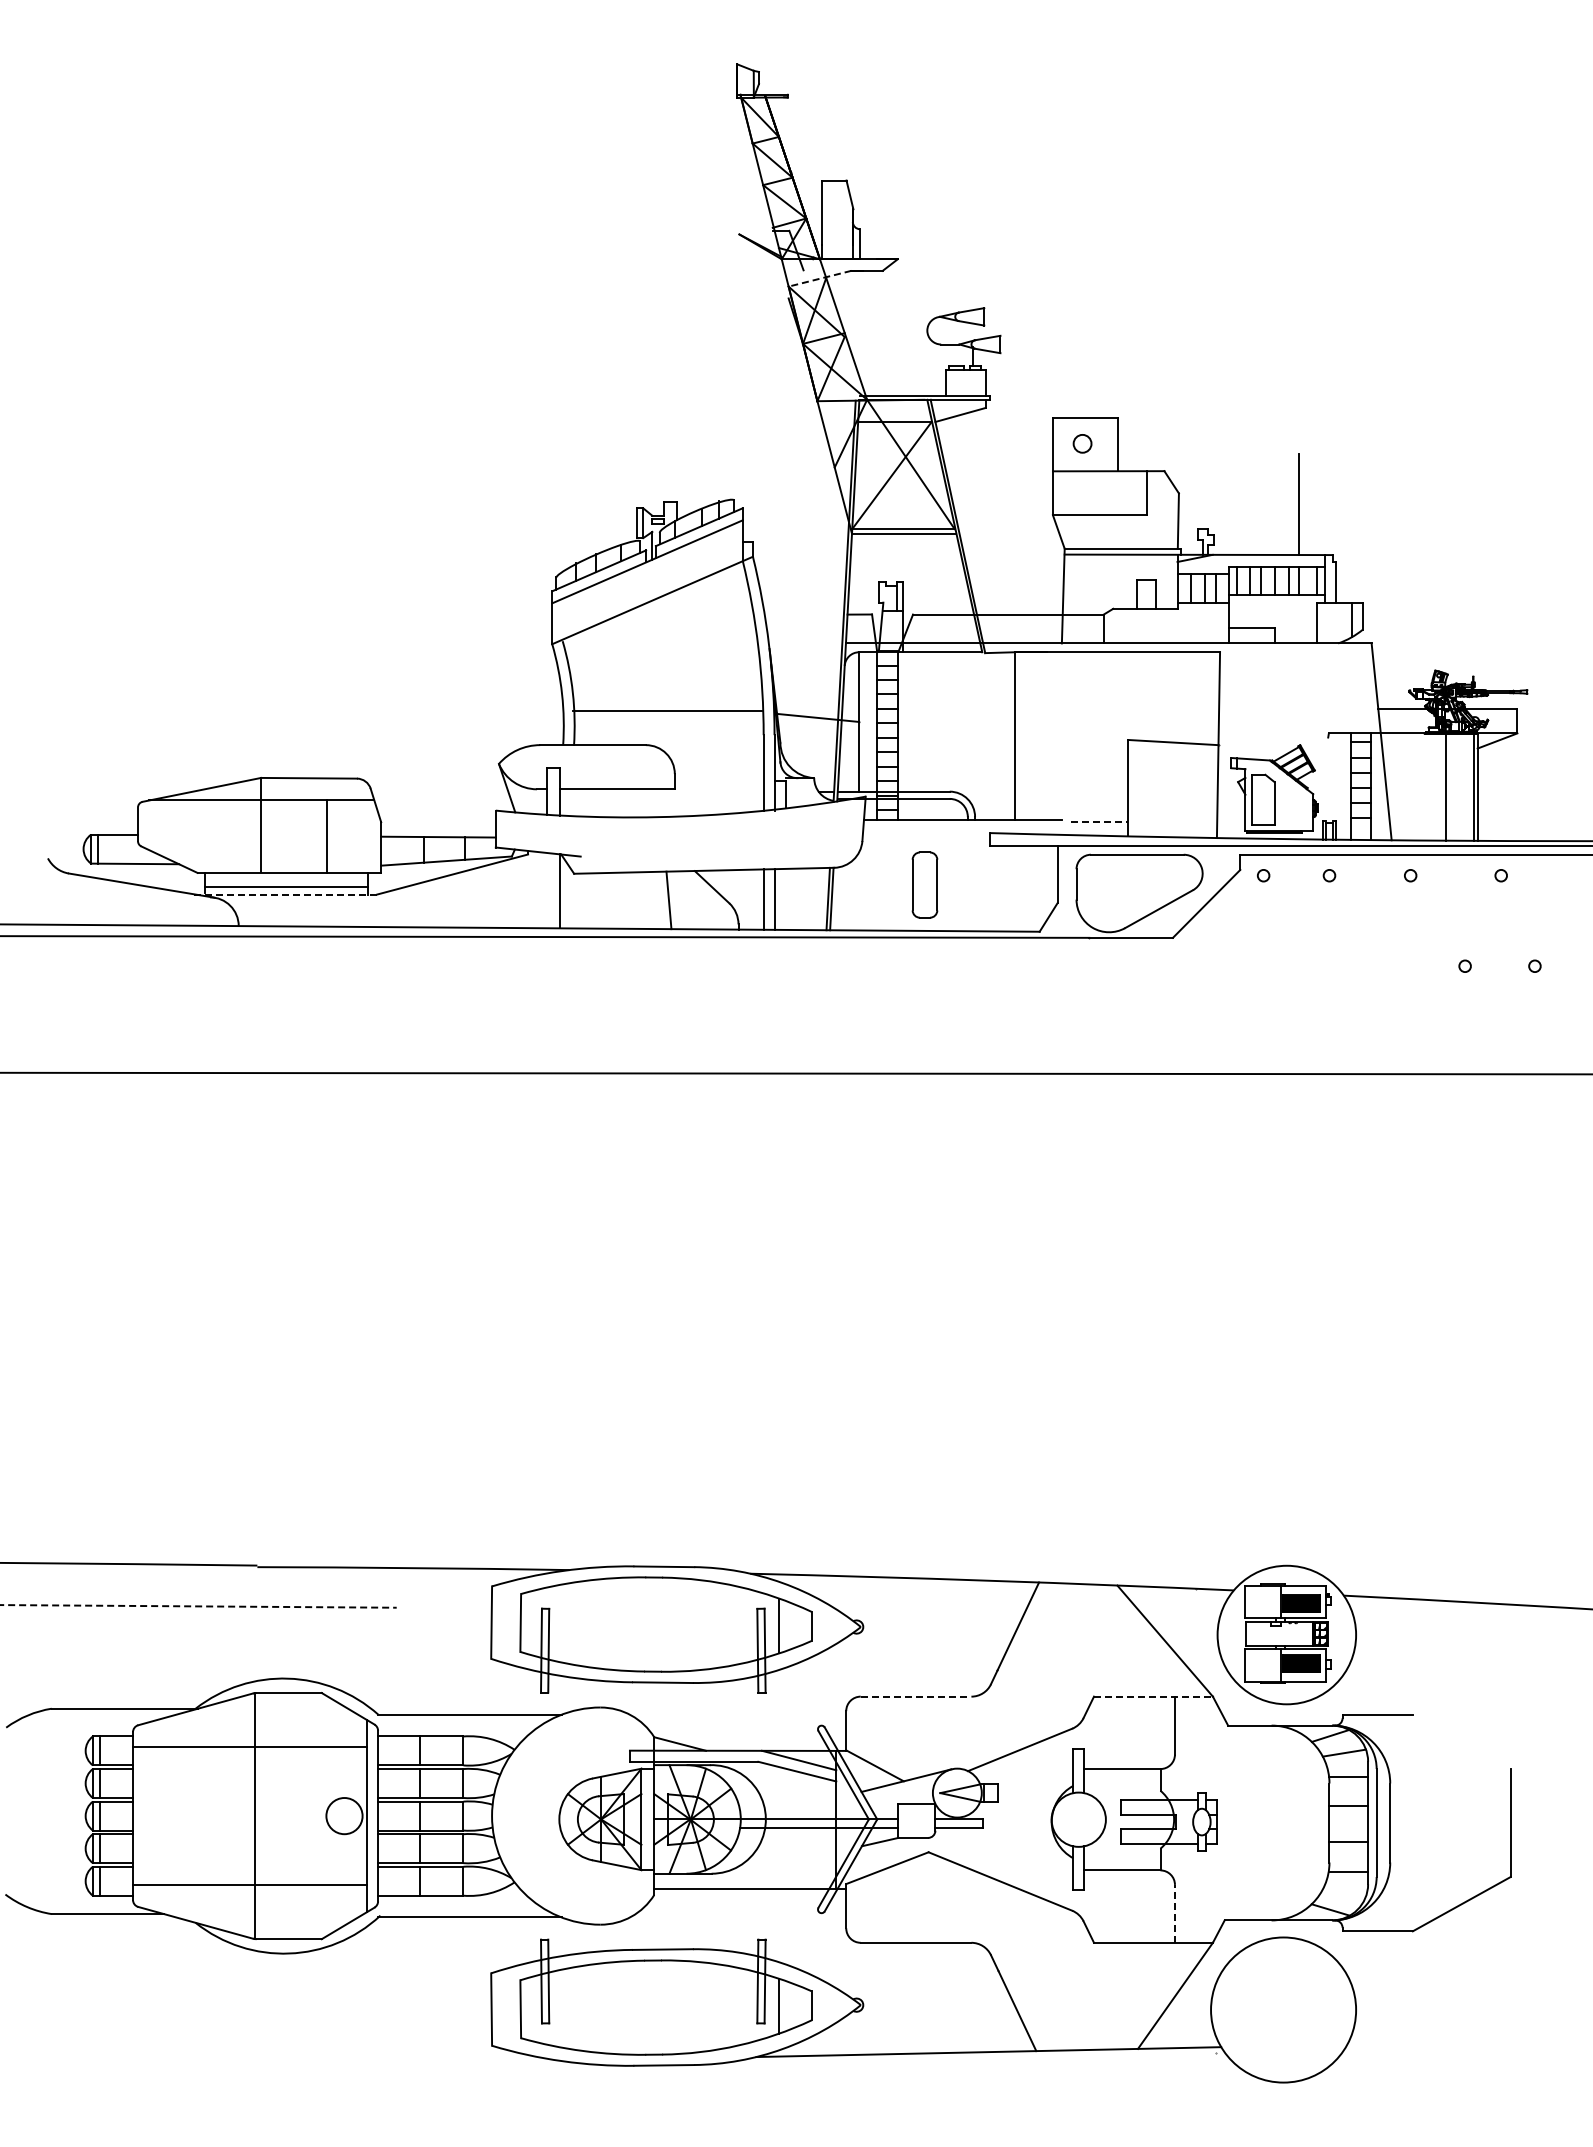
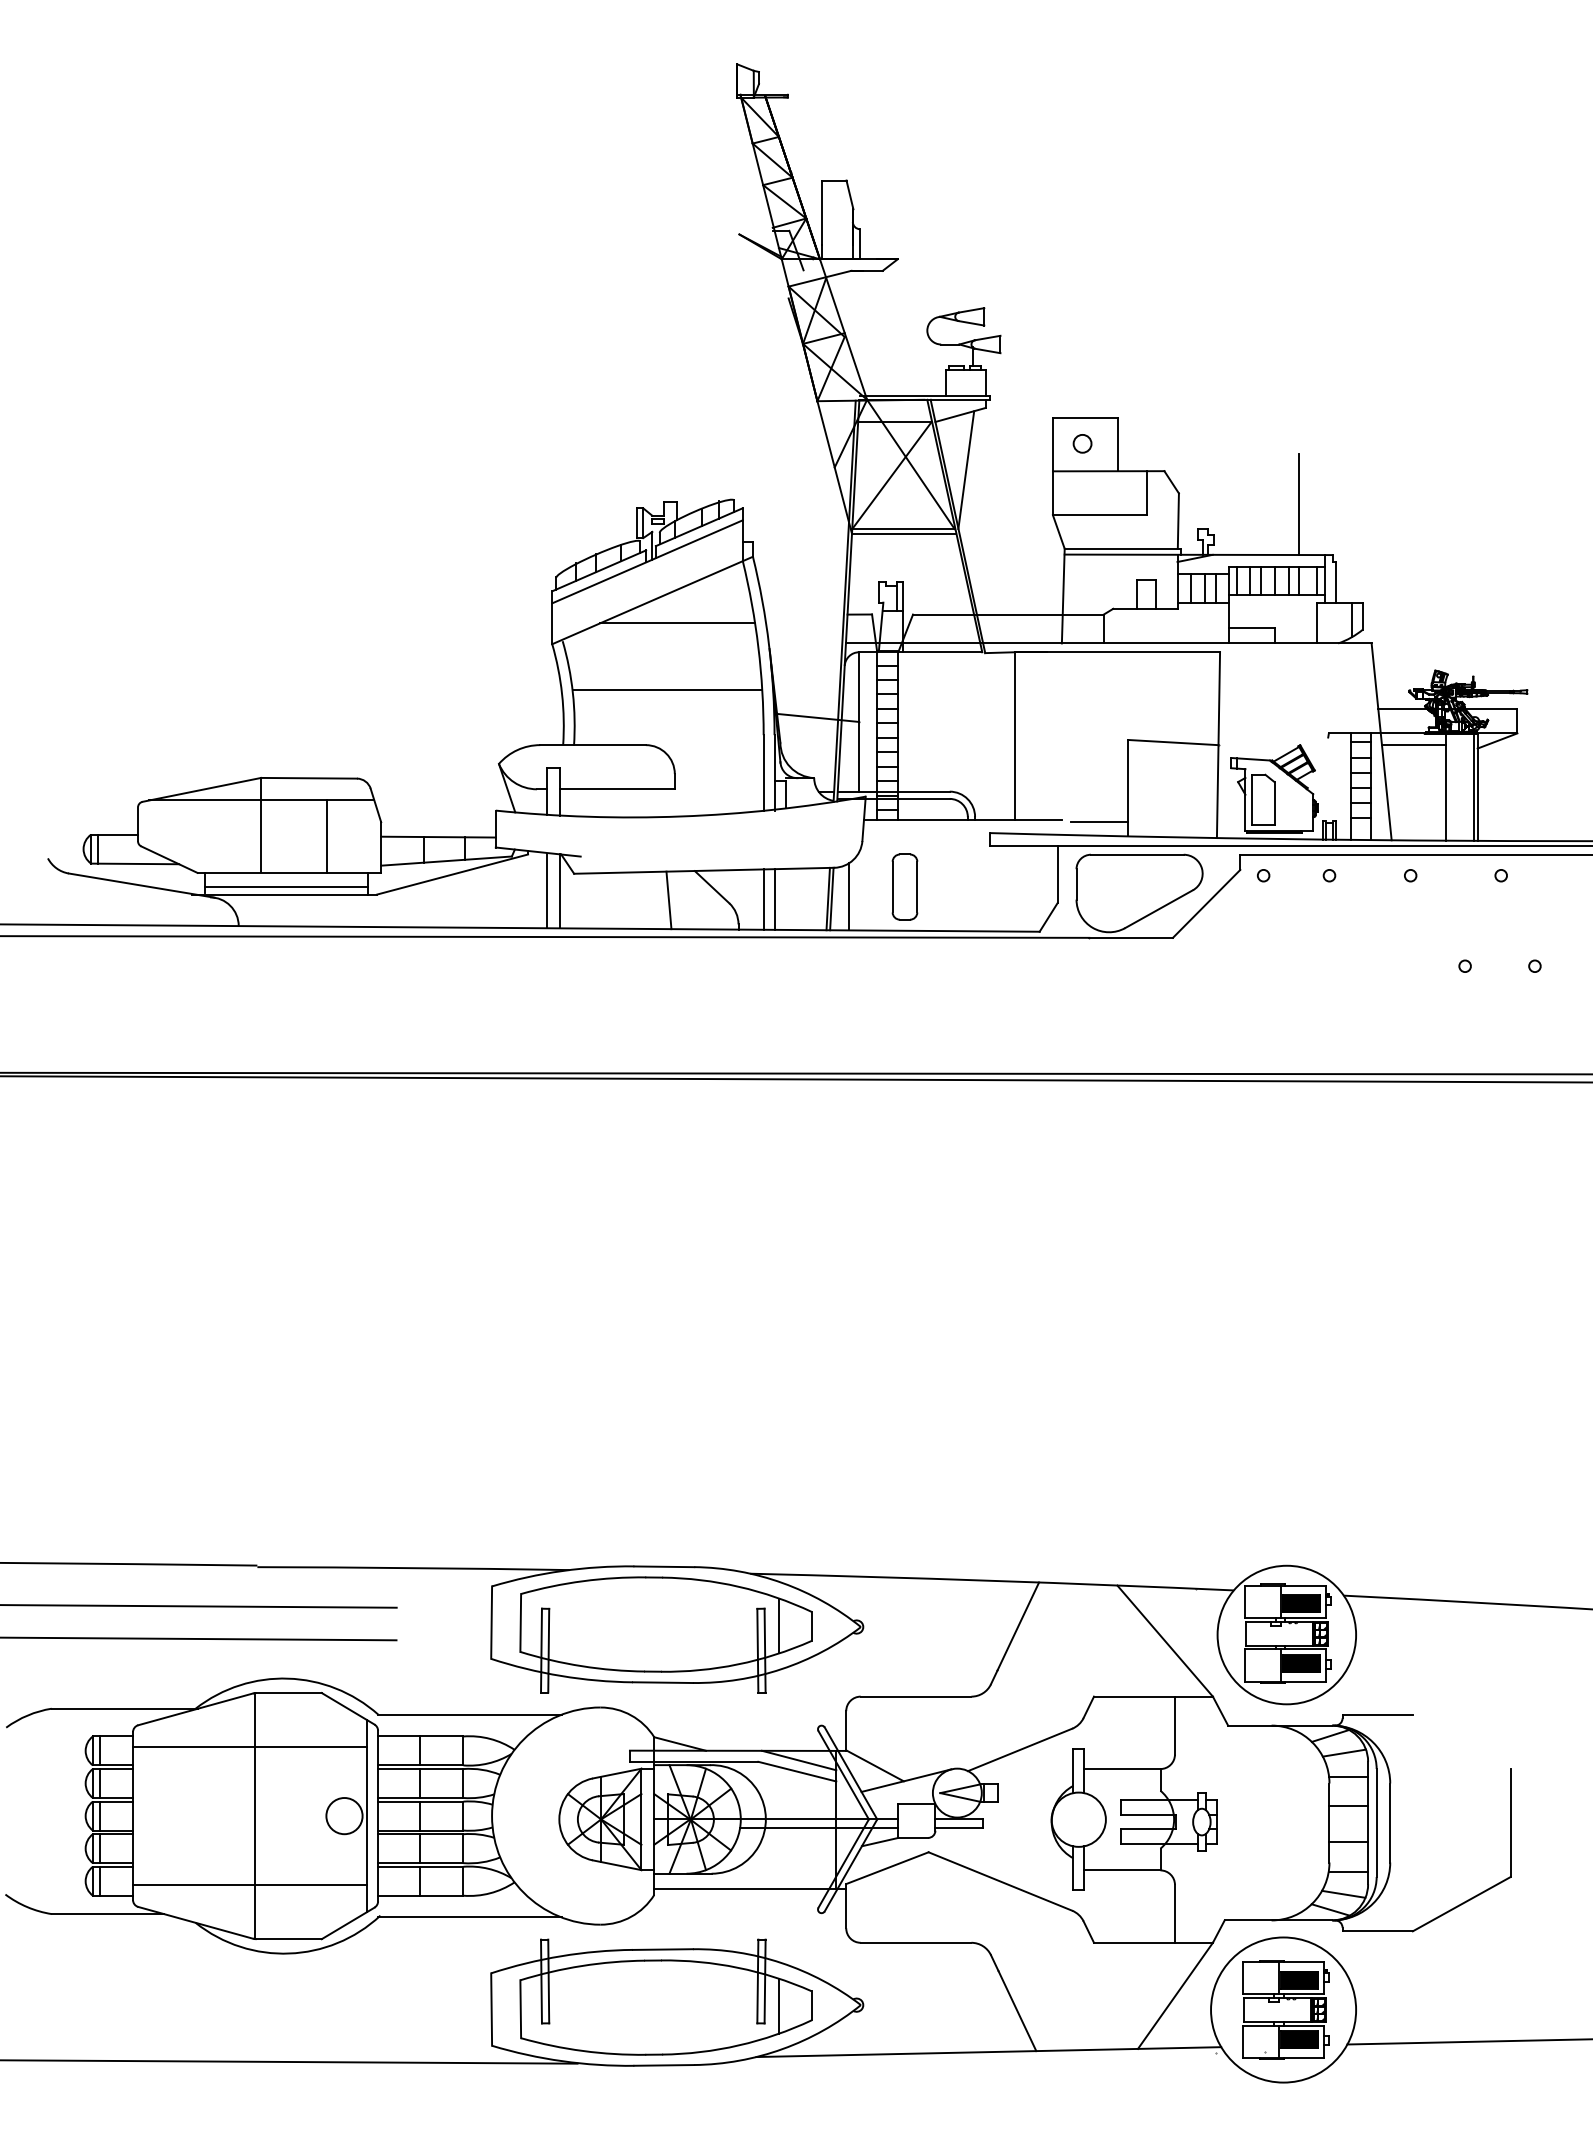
line at (819, 278): dashed -> solid
line at (966, 470): none -> present
line at (677, 623): none -> present
line at (667, 711) position: (667, 711) -> (667, 690)
line at (1413, 744): none -> present
line at (1099, 821): dashed -> solid
part at (924, 884) position: (924, 884) -> (904, 886)
line at (547, 891): none -> present
line at (284, 894): dashed -> solid
line at (849, 896): none -> present
line at (795, 1079): none -> present
line at (198, 1606): dashed -> solid
line at (199, 1638): none -> present
line at (916, 1696): dashed -> solid
line at (1153, 1696): dashed -> solid
line at (1343, 1893): none -> present
line at (1174, 1913): dashed -> solid
part at (1285, 2009): none -> present
line at (1468, 2041): none -> present
line at (289, 2061): none -> present
